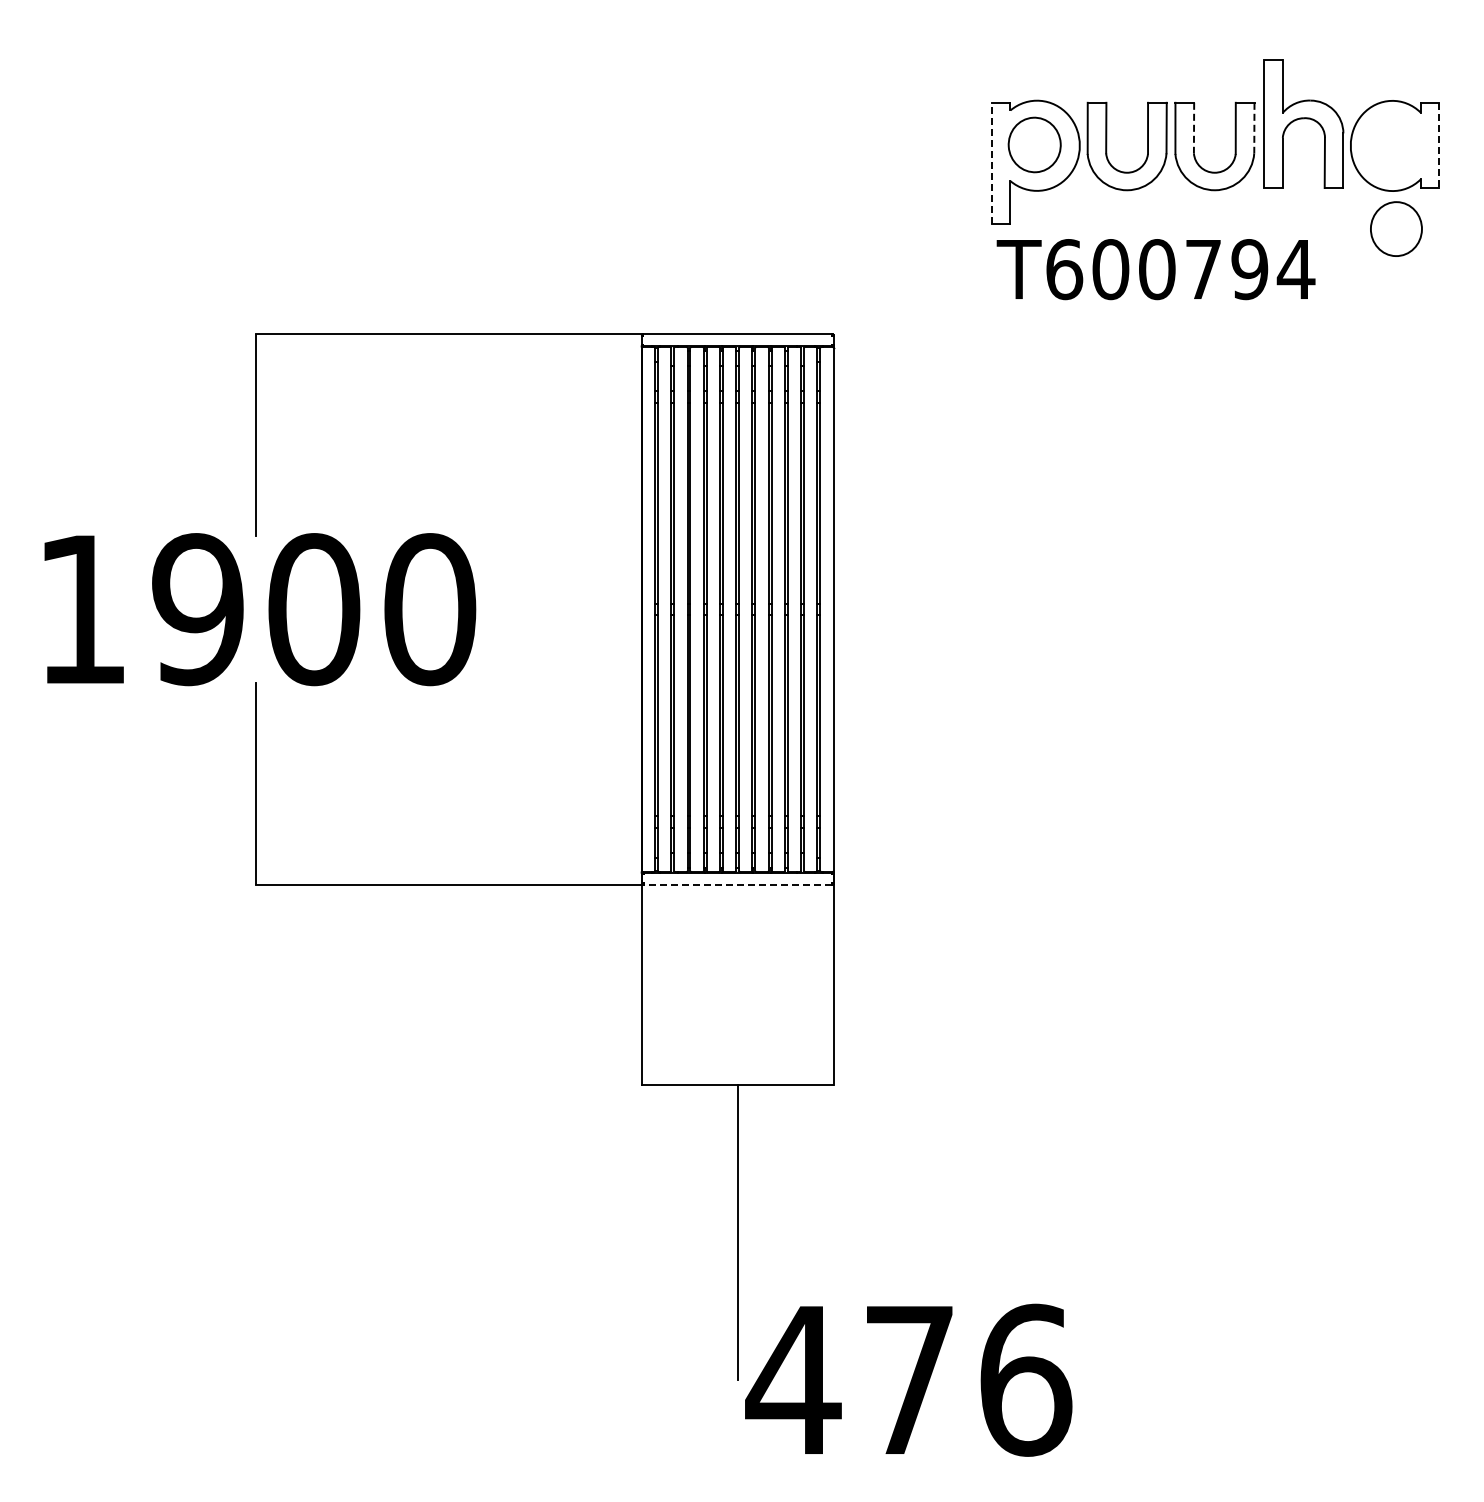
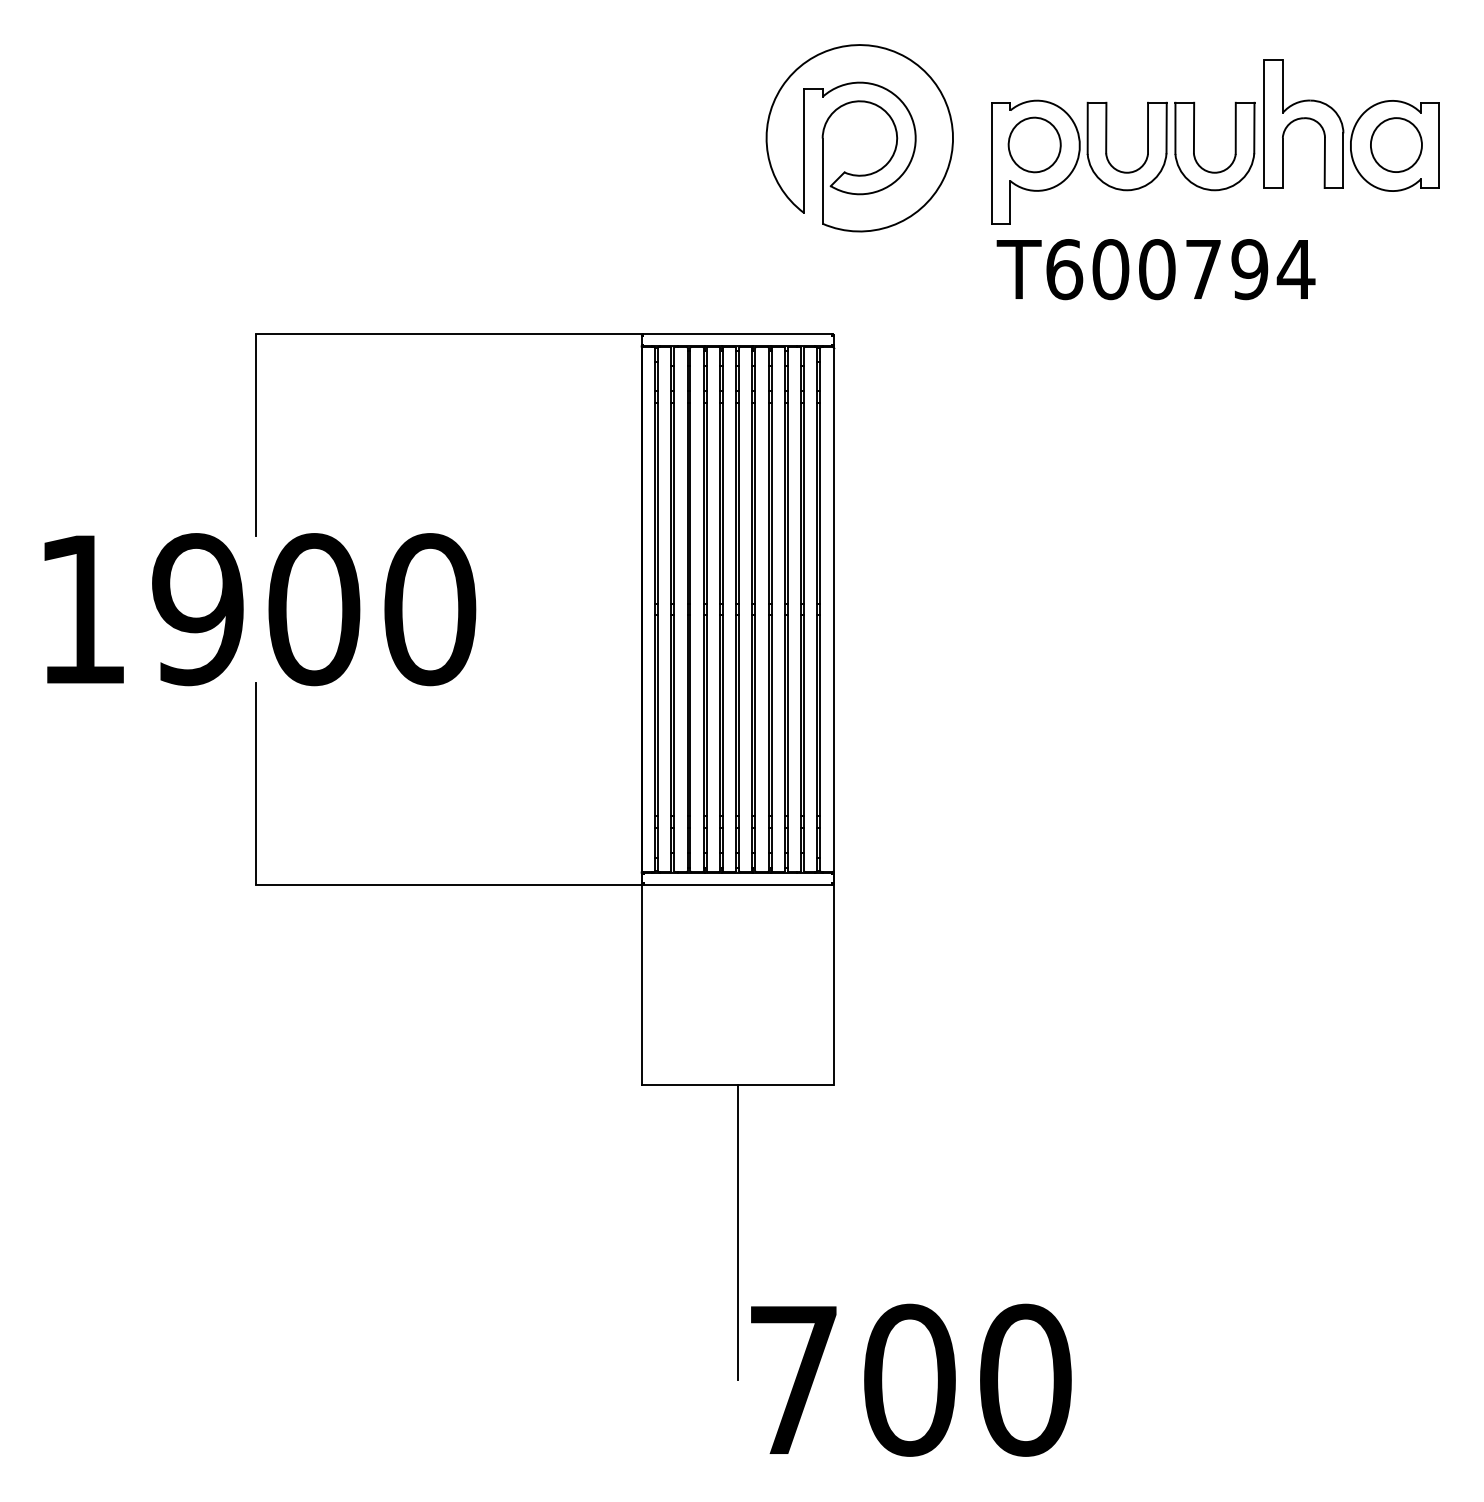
line at (1194, 128): dashed -> solid
line at (1254, 128): dashed -> solid
part at (859, 138): none -> present
line at (1439, 145): dashed -> solid
line at (991, 162): dashed -> solid
part at (1396, 228) position: (1396, 228) -> (1396, 144)
line at (737, 884): dashed -> solid
text at (908, 1379): 476 -> 700
